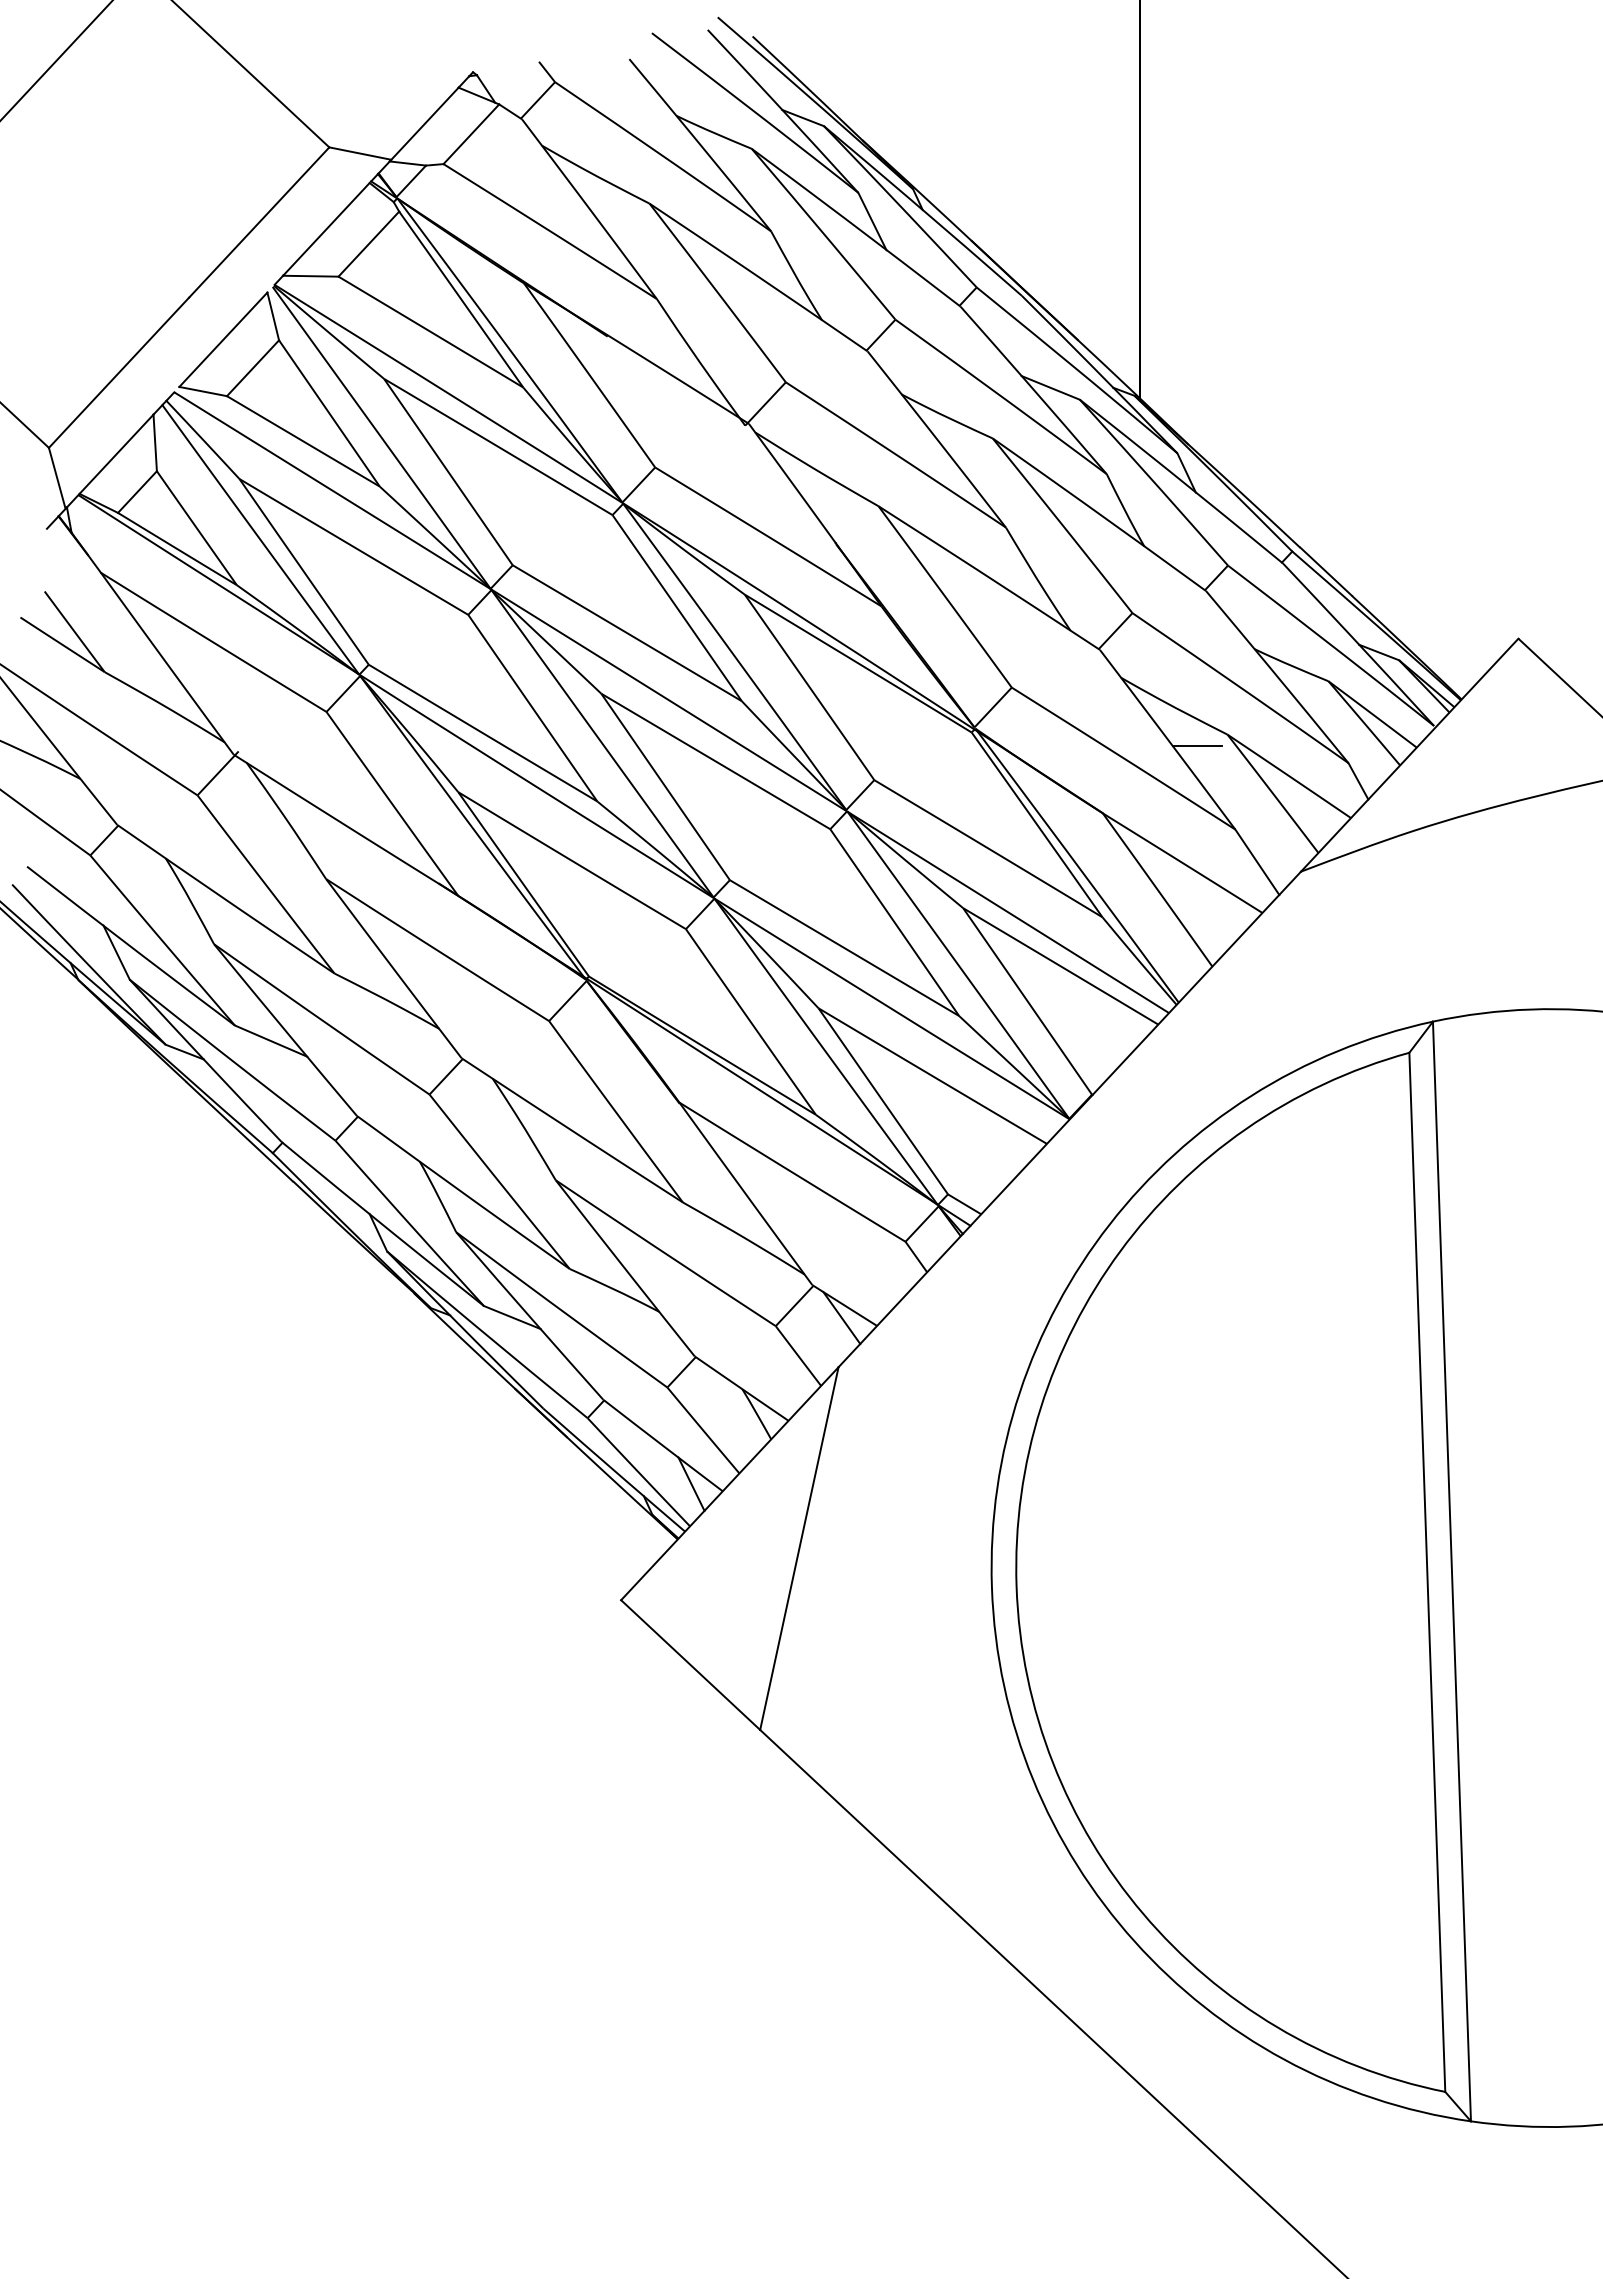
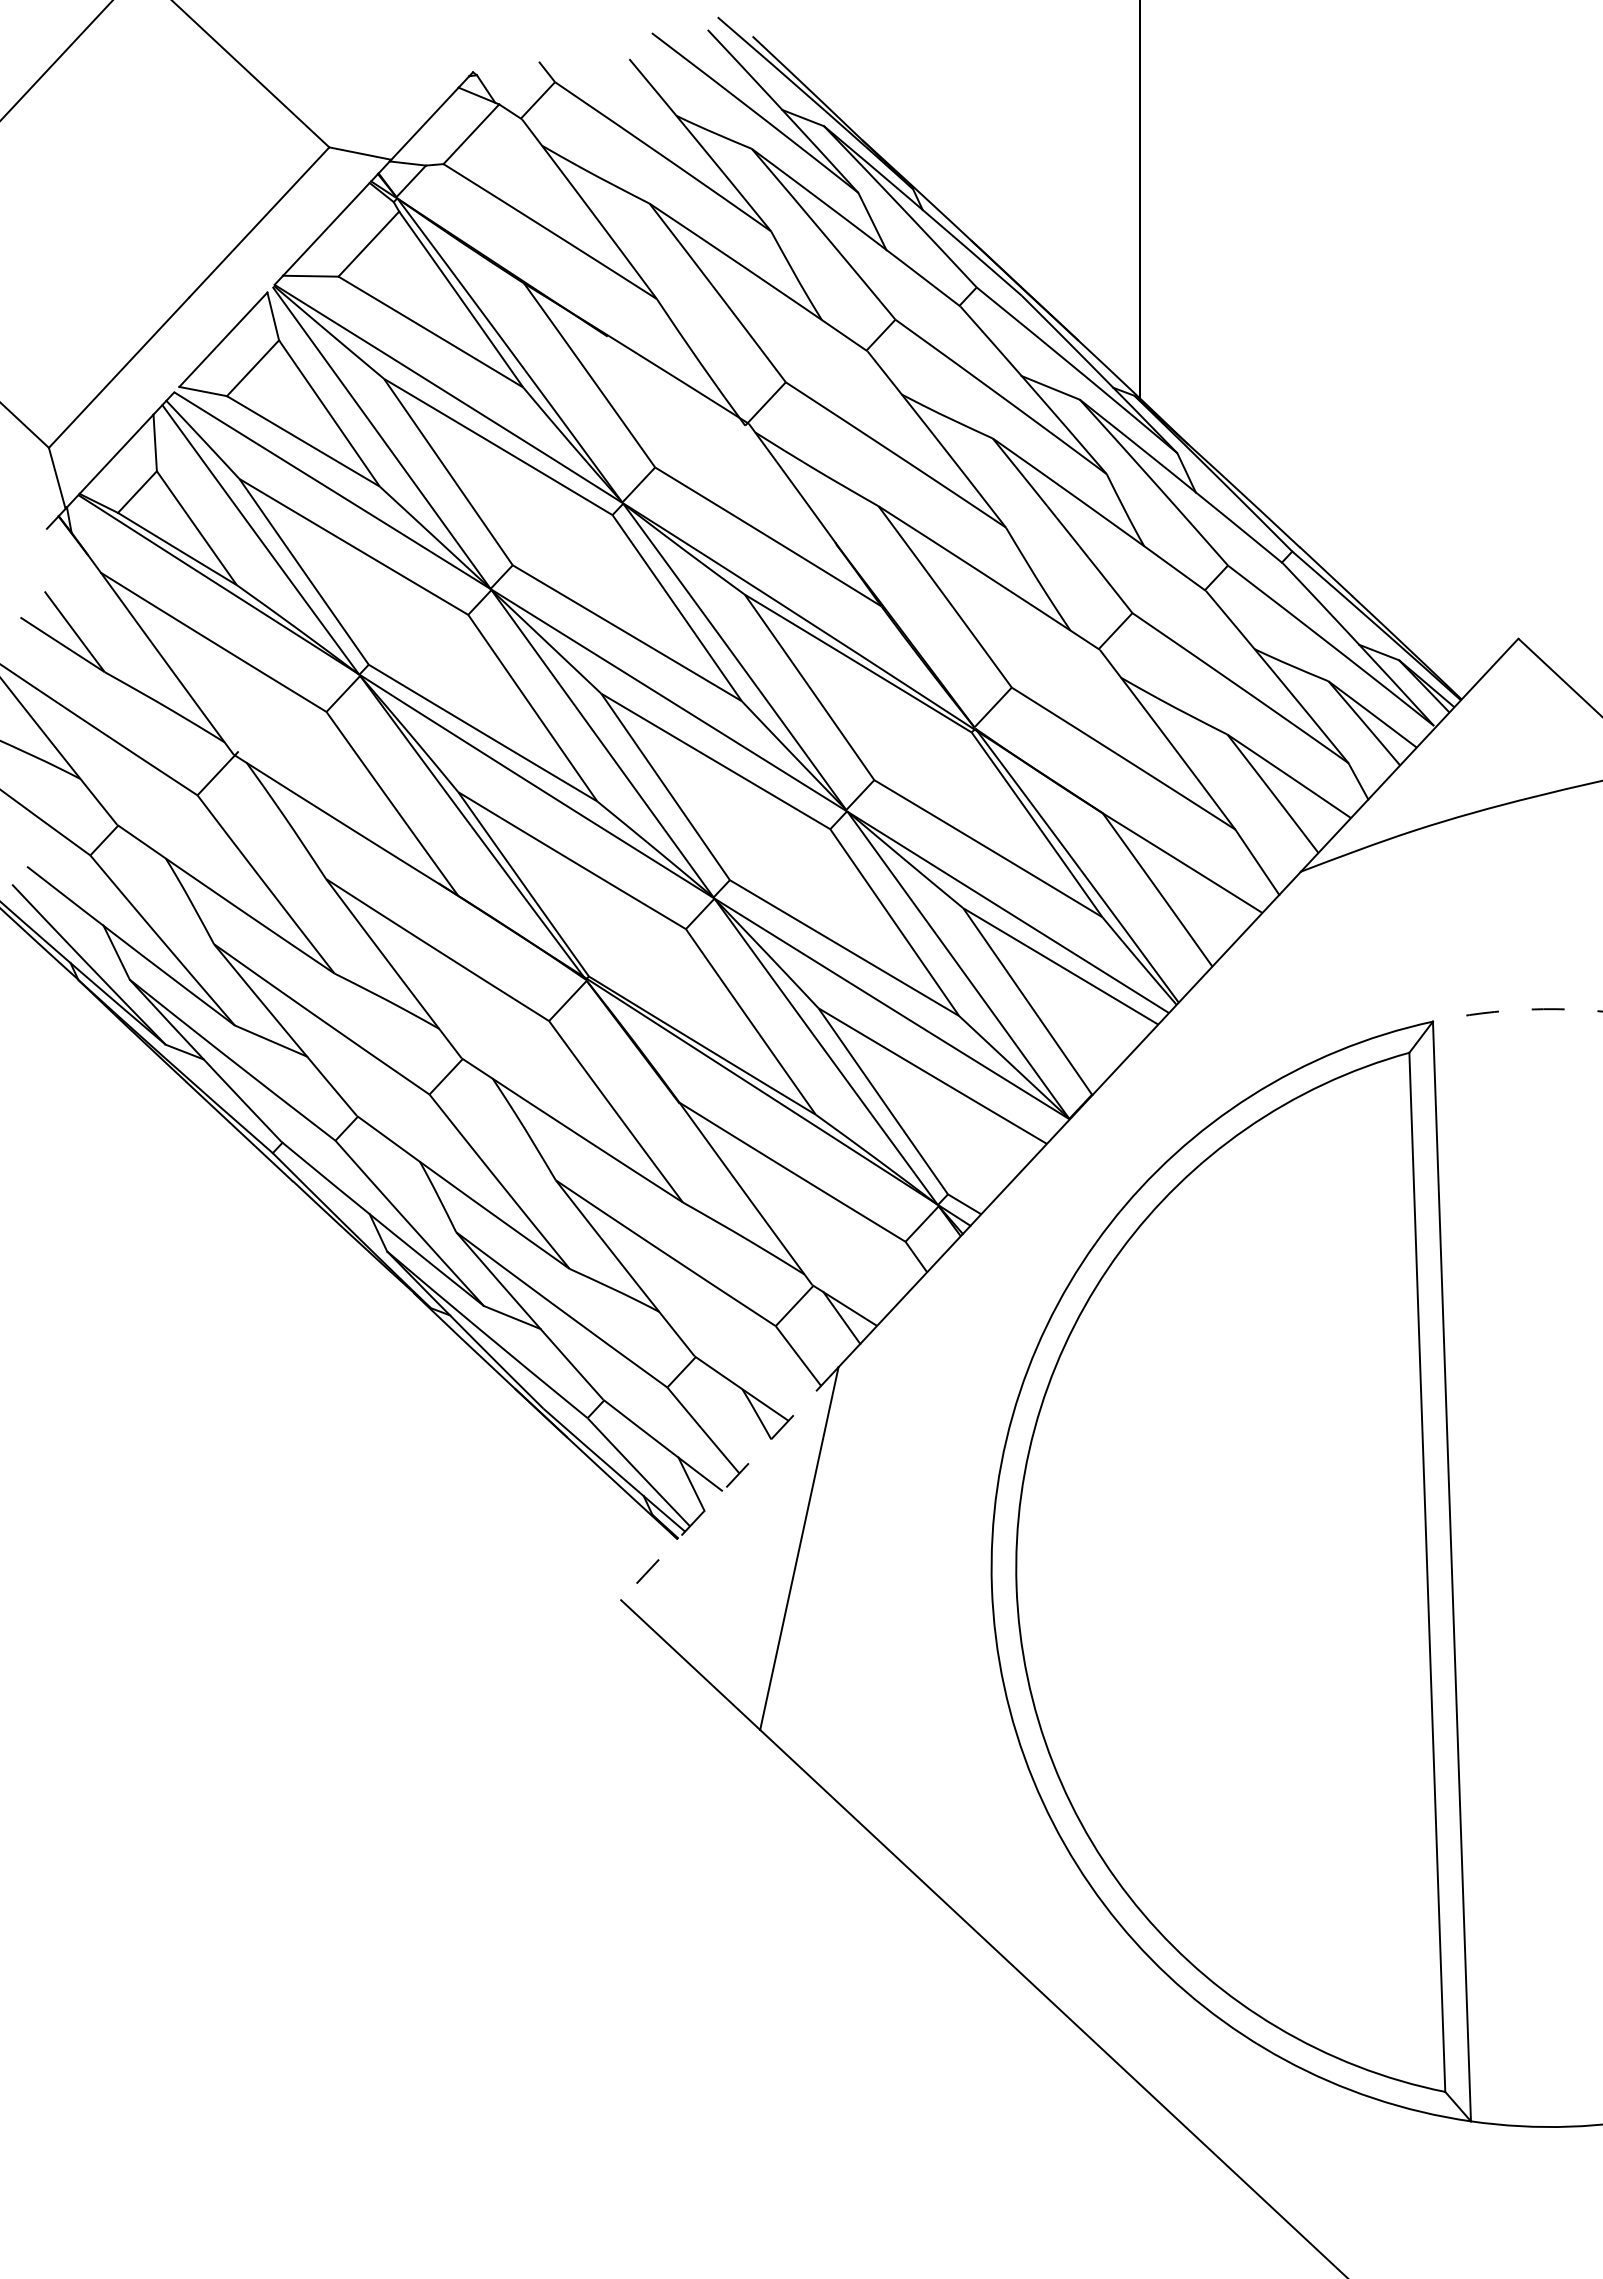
line at (1196, 746): present -> none
arc at (1517, 1010): solid -> dashed
line at (729, 1484): solid -> dashed
